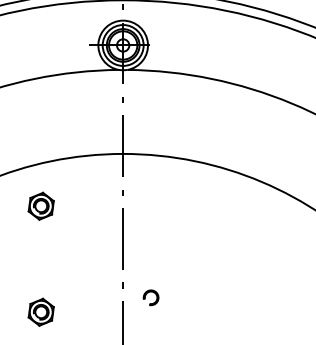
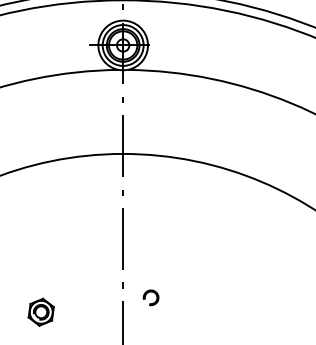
part at (40, 205): present -> none
